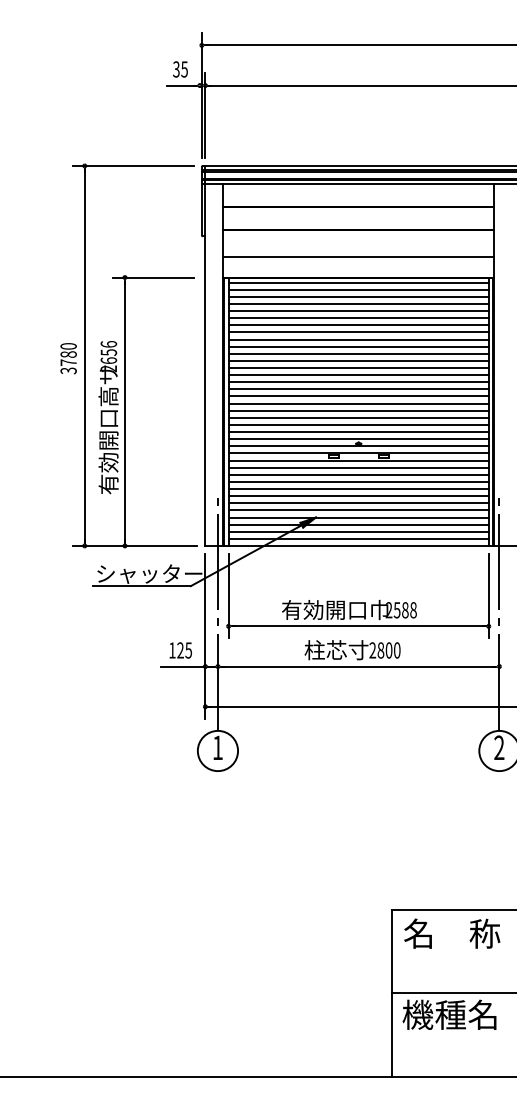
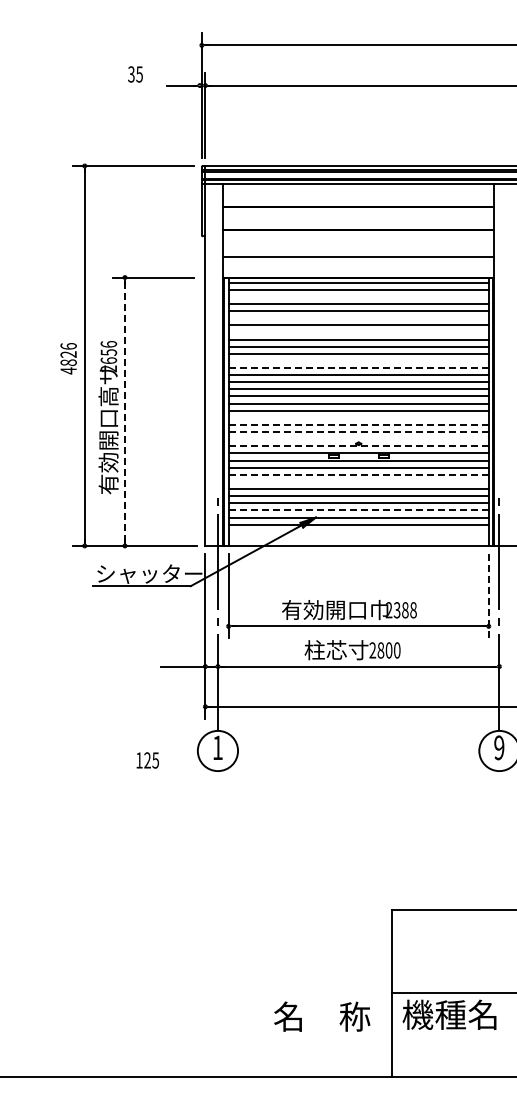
text at (180, 69) position: (180, 69) -> (135, 74)
line at (358, 296): present -> none
line at (358, 318): present -> none
line at (358, 332): present -> none
text at (68, 358): 3780 -> 4826
line at (358, 360): present -> none
line at (358, 368): solid -> dashed
line at (124, 411): solid -> dashed
line at (358, 417): present -> none
line at (358, 424): solid -> dashed
line at (358, 432): solid -> dashed
line at (358, 439): present -> none
line at (358, 446): solid -> dashed
line at (358, 474): solid -> dashed
line at (358, 481): present -> none
line at (358, 510): solid -> dashed
line at (358, 531): present -> none
line at (358, 538): present -> none
line at (488, 596): solid -> dashed
text at (397, 609): 2588 -> 2388
text at (180, 650) position: (180, 650) -> (147, 760)
text at (499, 747): 2 -> 9
text at (452, 933) position: (452, 933) -> (322, 1016)
